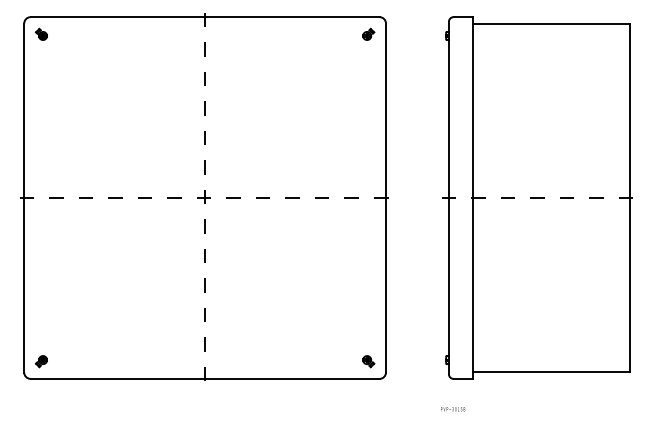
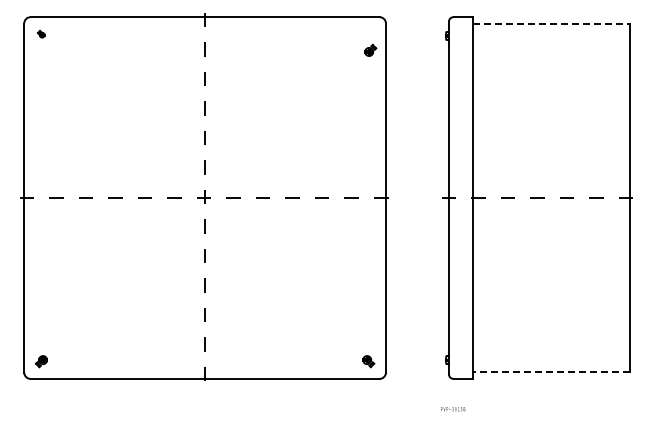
line at (551, 24): solid -> dashed
part at (40, 33) size: 14x14 px -> 9x10 px
part at (368, 33) position: (368, 33) -> (370, 49)
line at (550, 371): solid -> dashed
